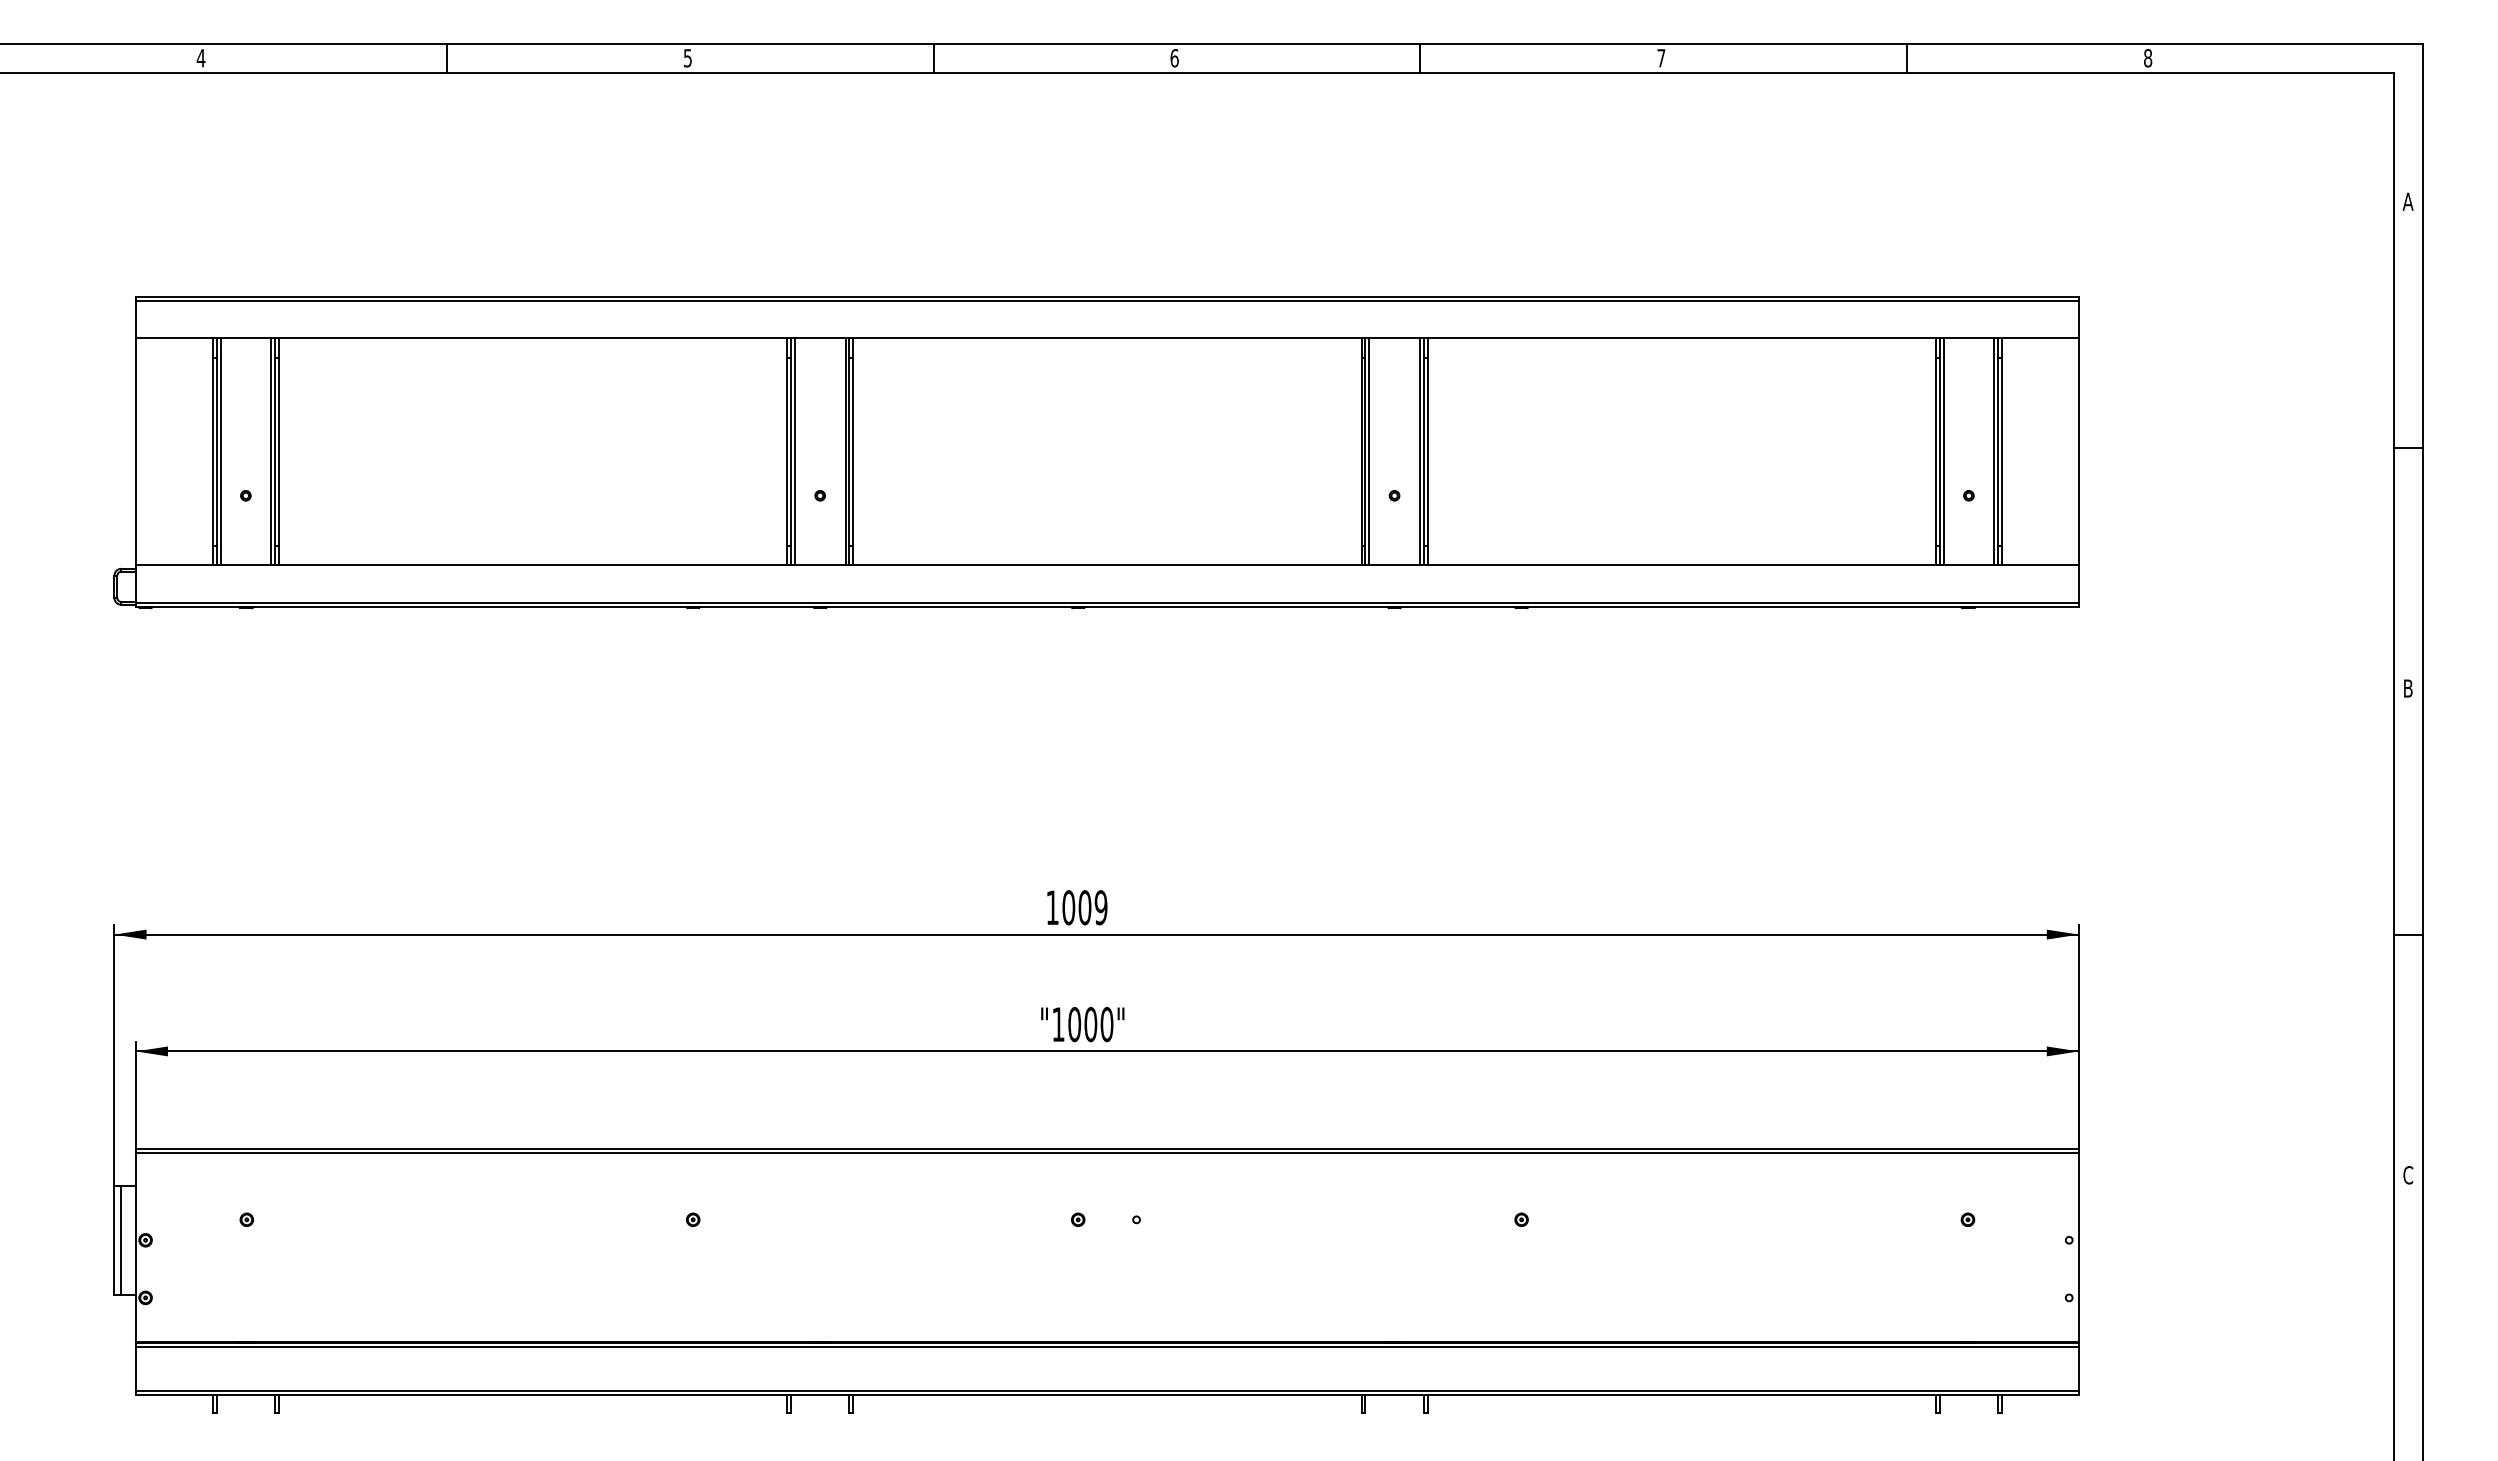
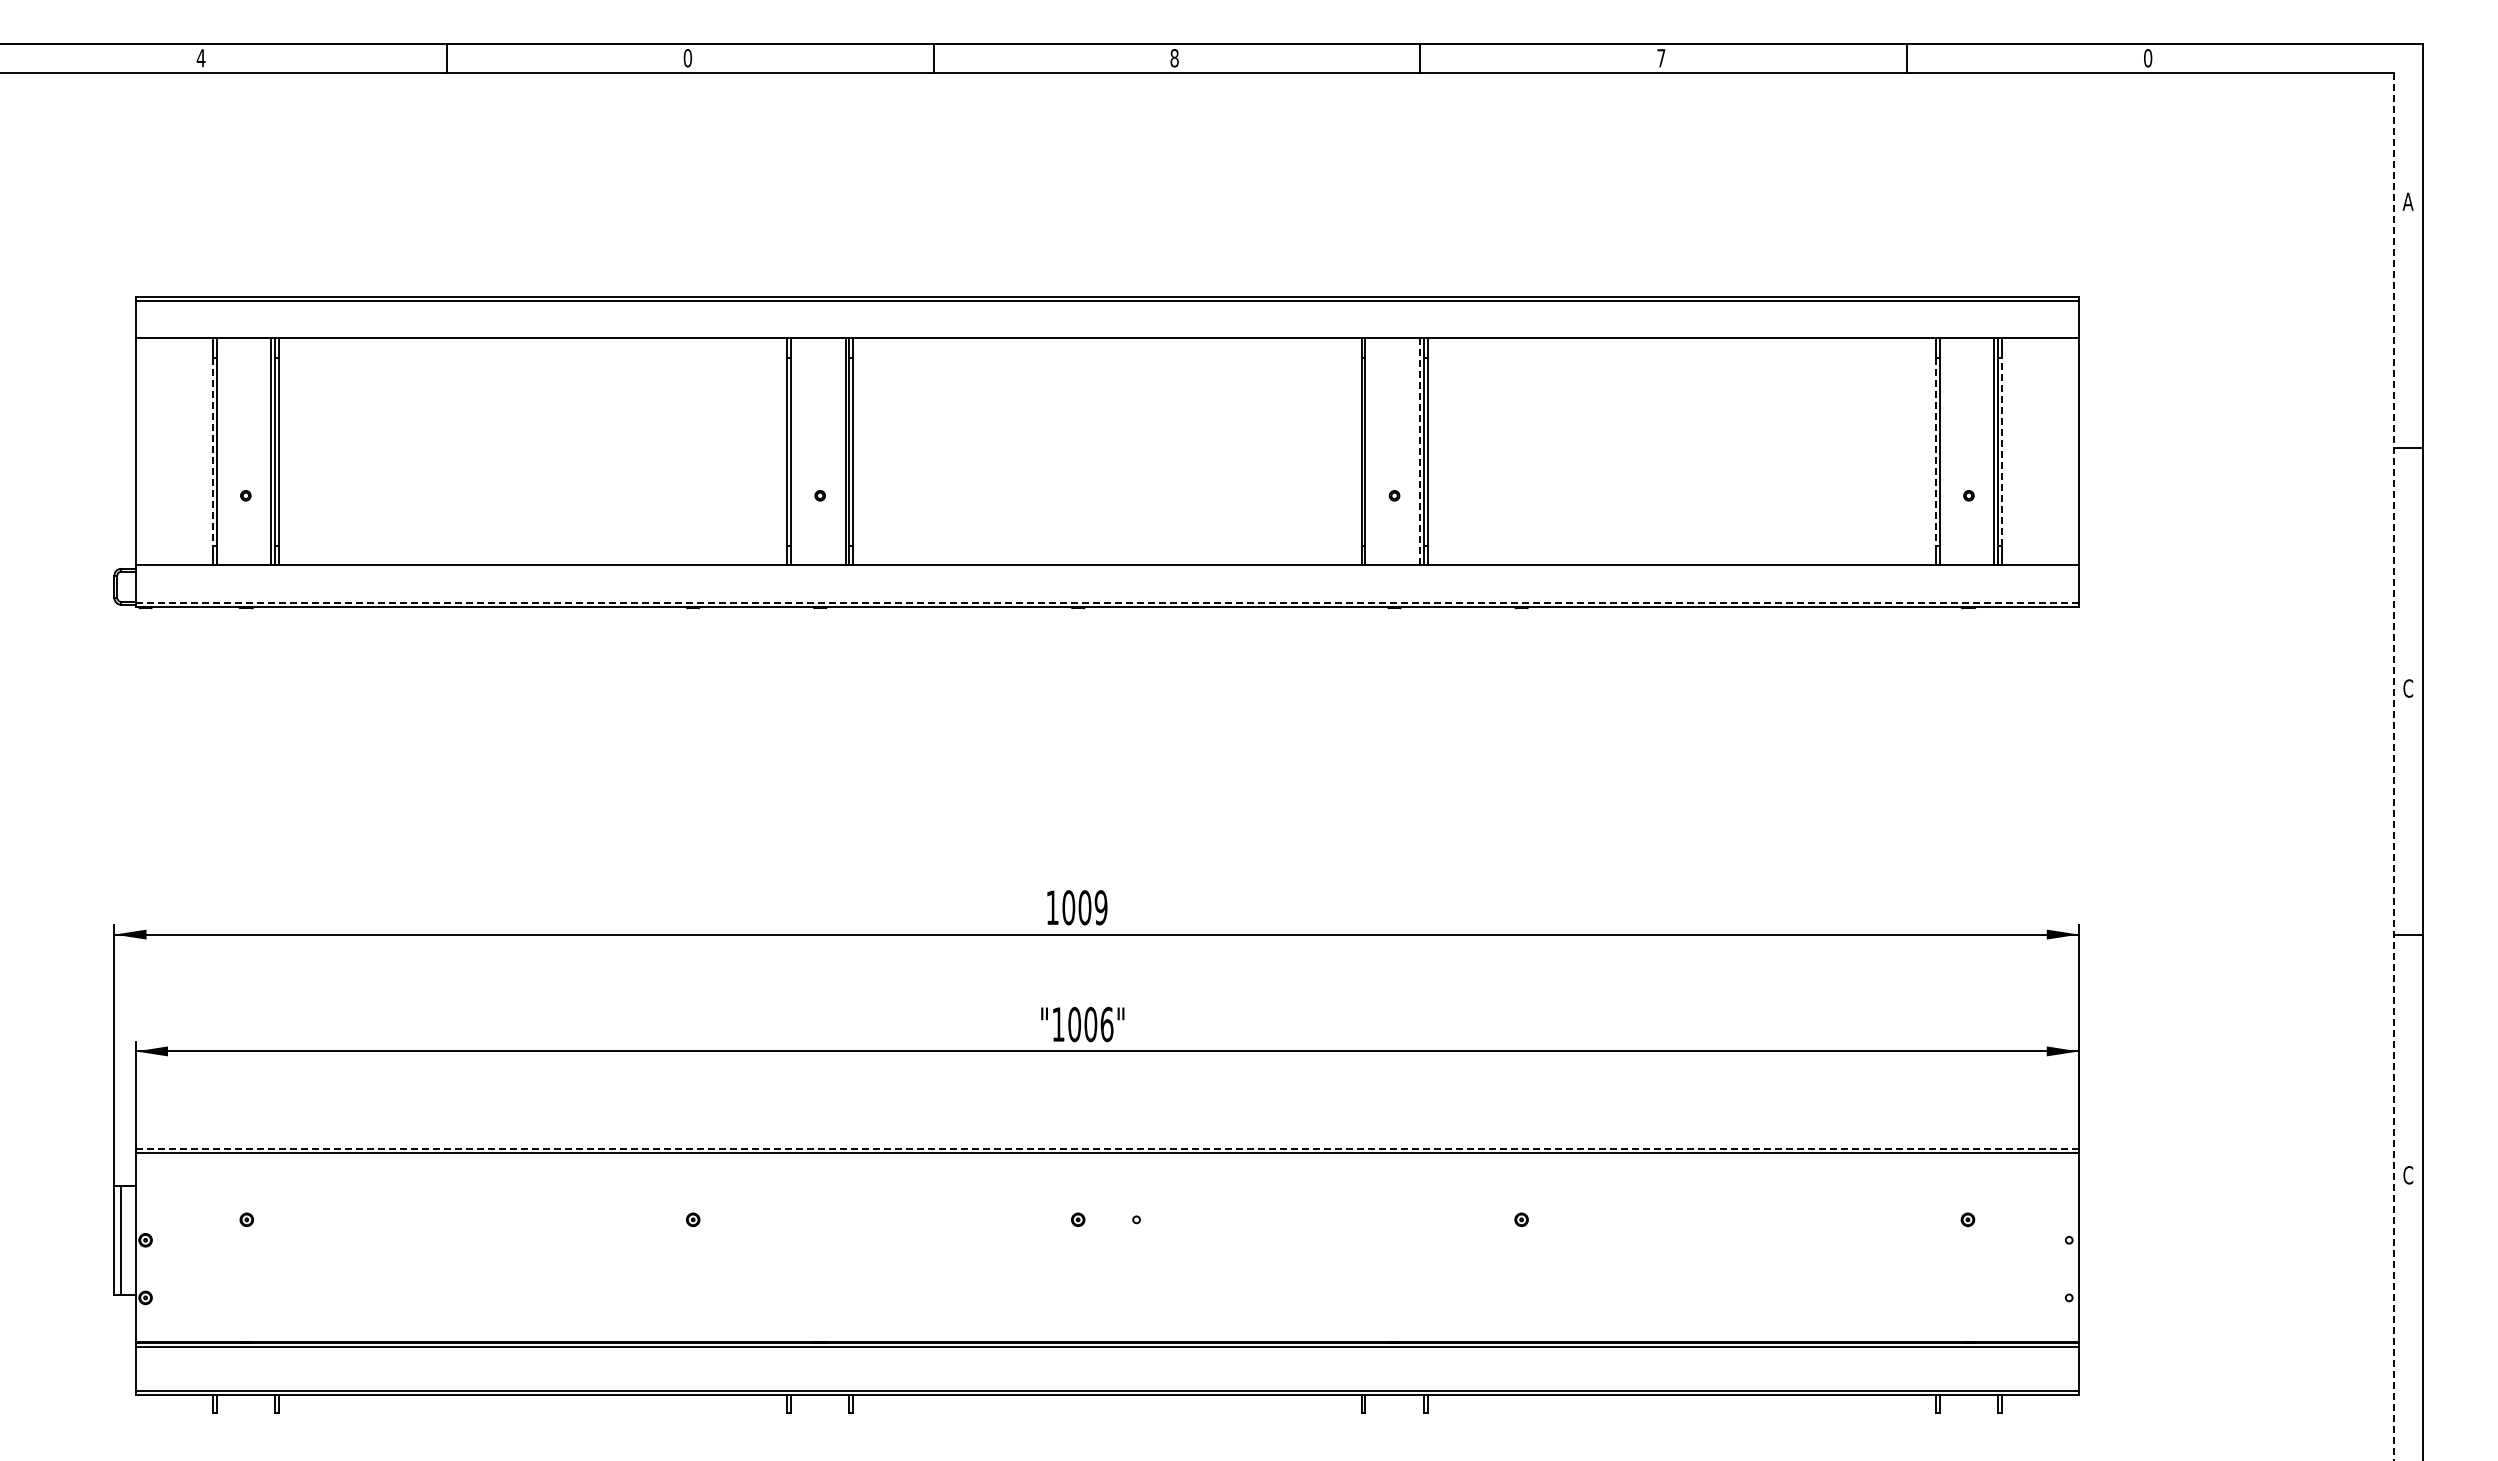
text at (687, 58): 5 -> 0
text at (1174, 58): 6 -> 8
text at (2148, 58): 8 -> 0
line at (220, 451): present -> none
line at (794, 451): present -> none
line at (1369, 451): present -> none
line at (1943, 451): present -> none
line at (2002, 451): solid -> dashed
line at (212, 452): solid -> dashed
line at (1419, 452): solid -> dashed
line at (1935, 452): solid -> dashed
line at (1107, 602): solid -> dashed
text at (2408, 688): B -> C
line at (2393, 767): solid -> dashed
text at (1106, 1024): "1000" -> "1006"
line at (1107, 1148): solid -> dashed
